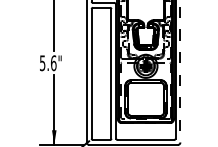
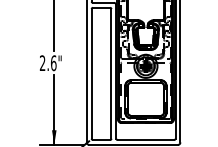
text at (42, 63): 5.6" -> 2.6"
line at (180, 71): dashed -> solid
